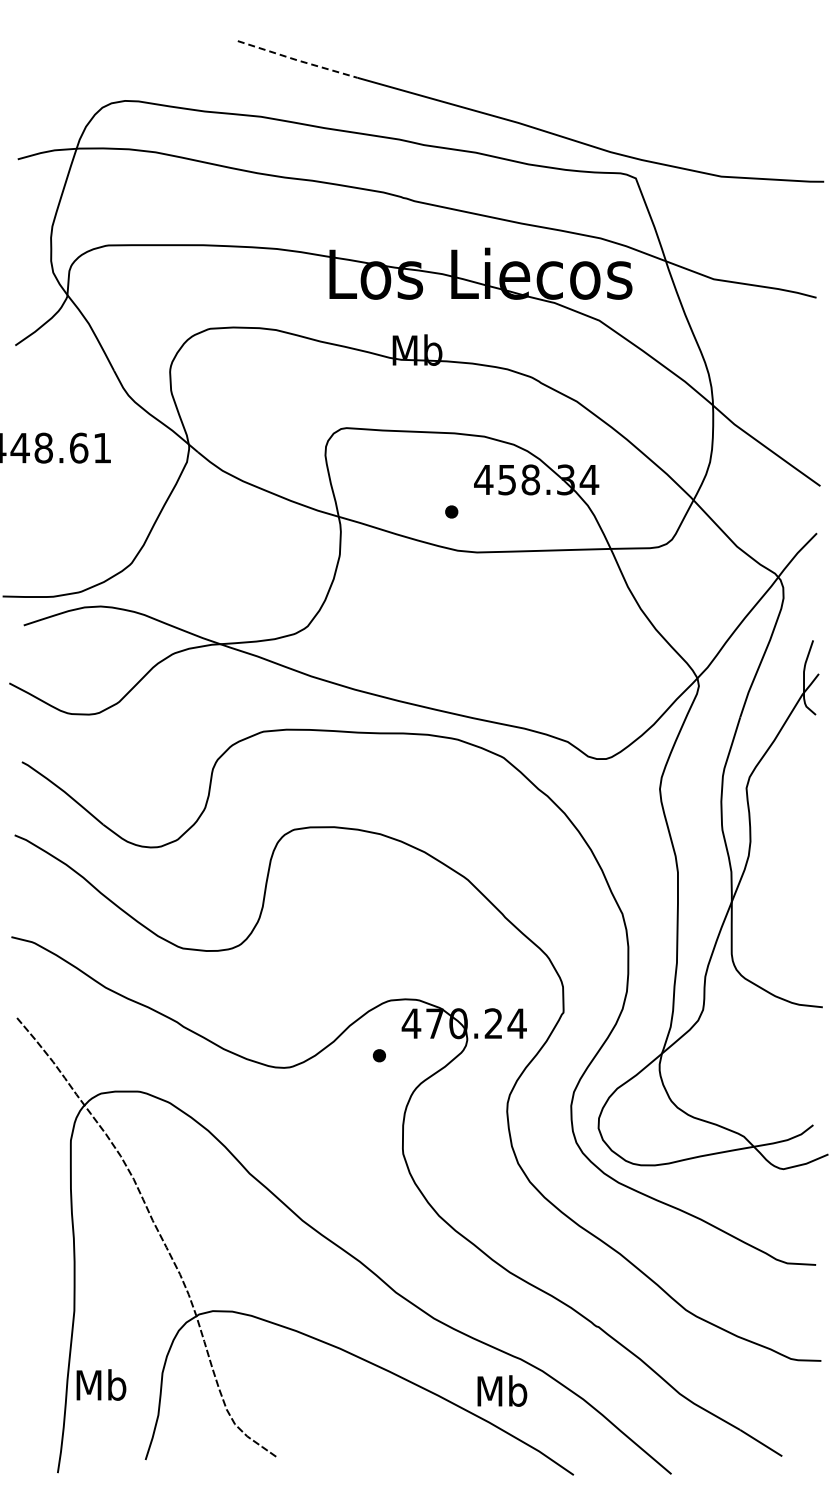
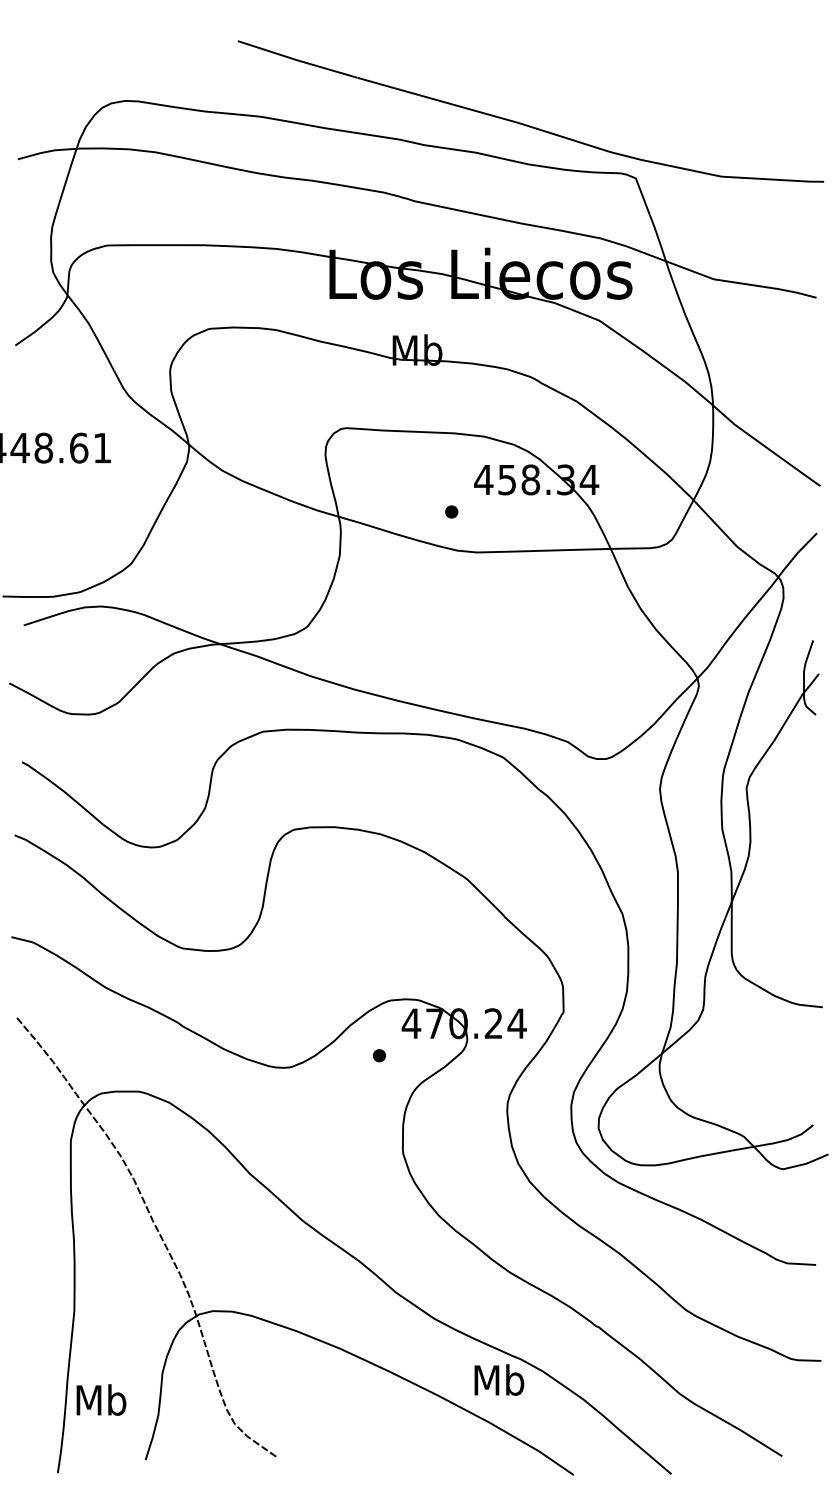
line at (297, 60): dashed -> solid
text at (101, 1384) position: (101, 1384) -> (101, 1399)
text at (502, 1390) position: (502, 1390) -> (499, 1379)
